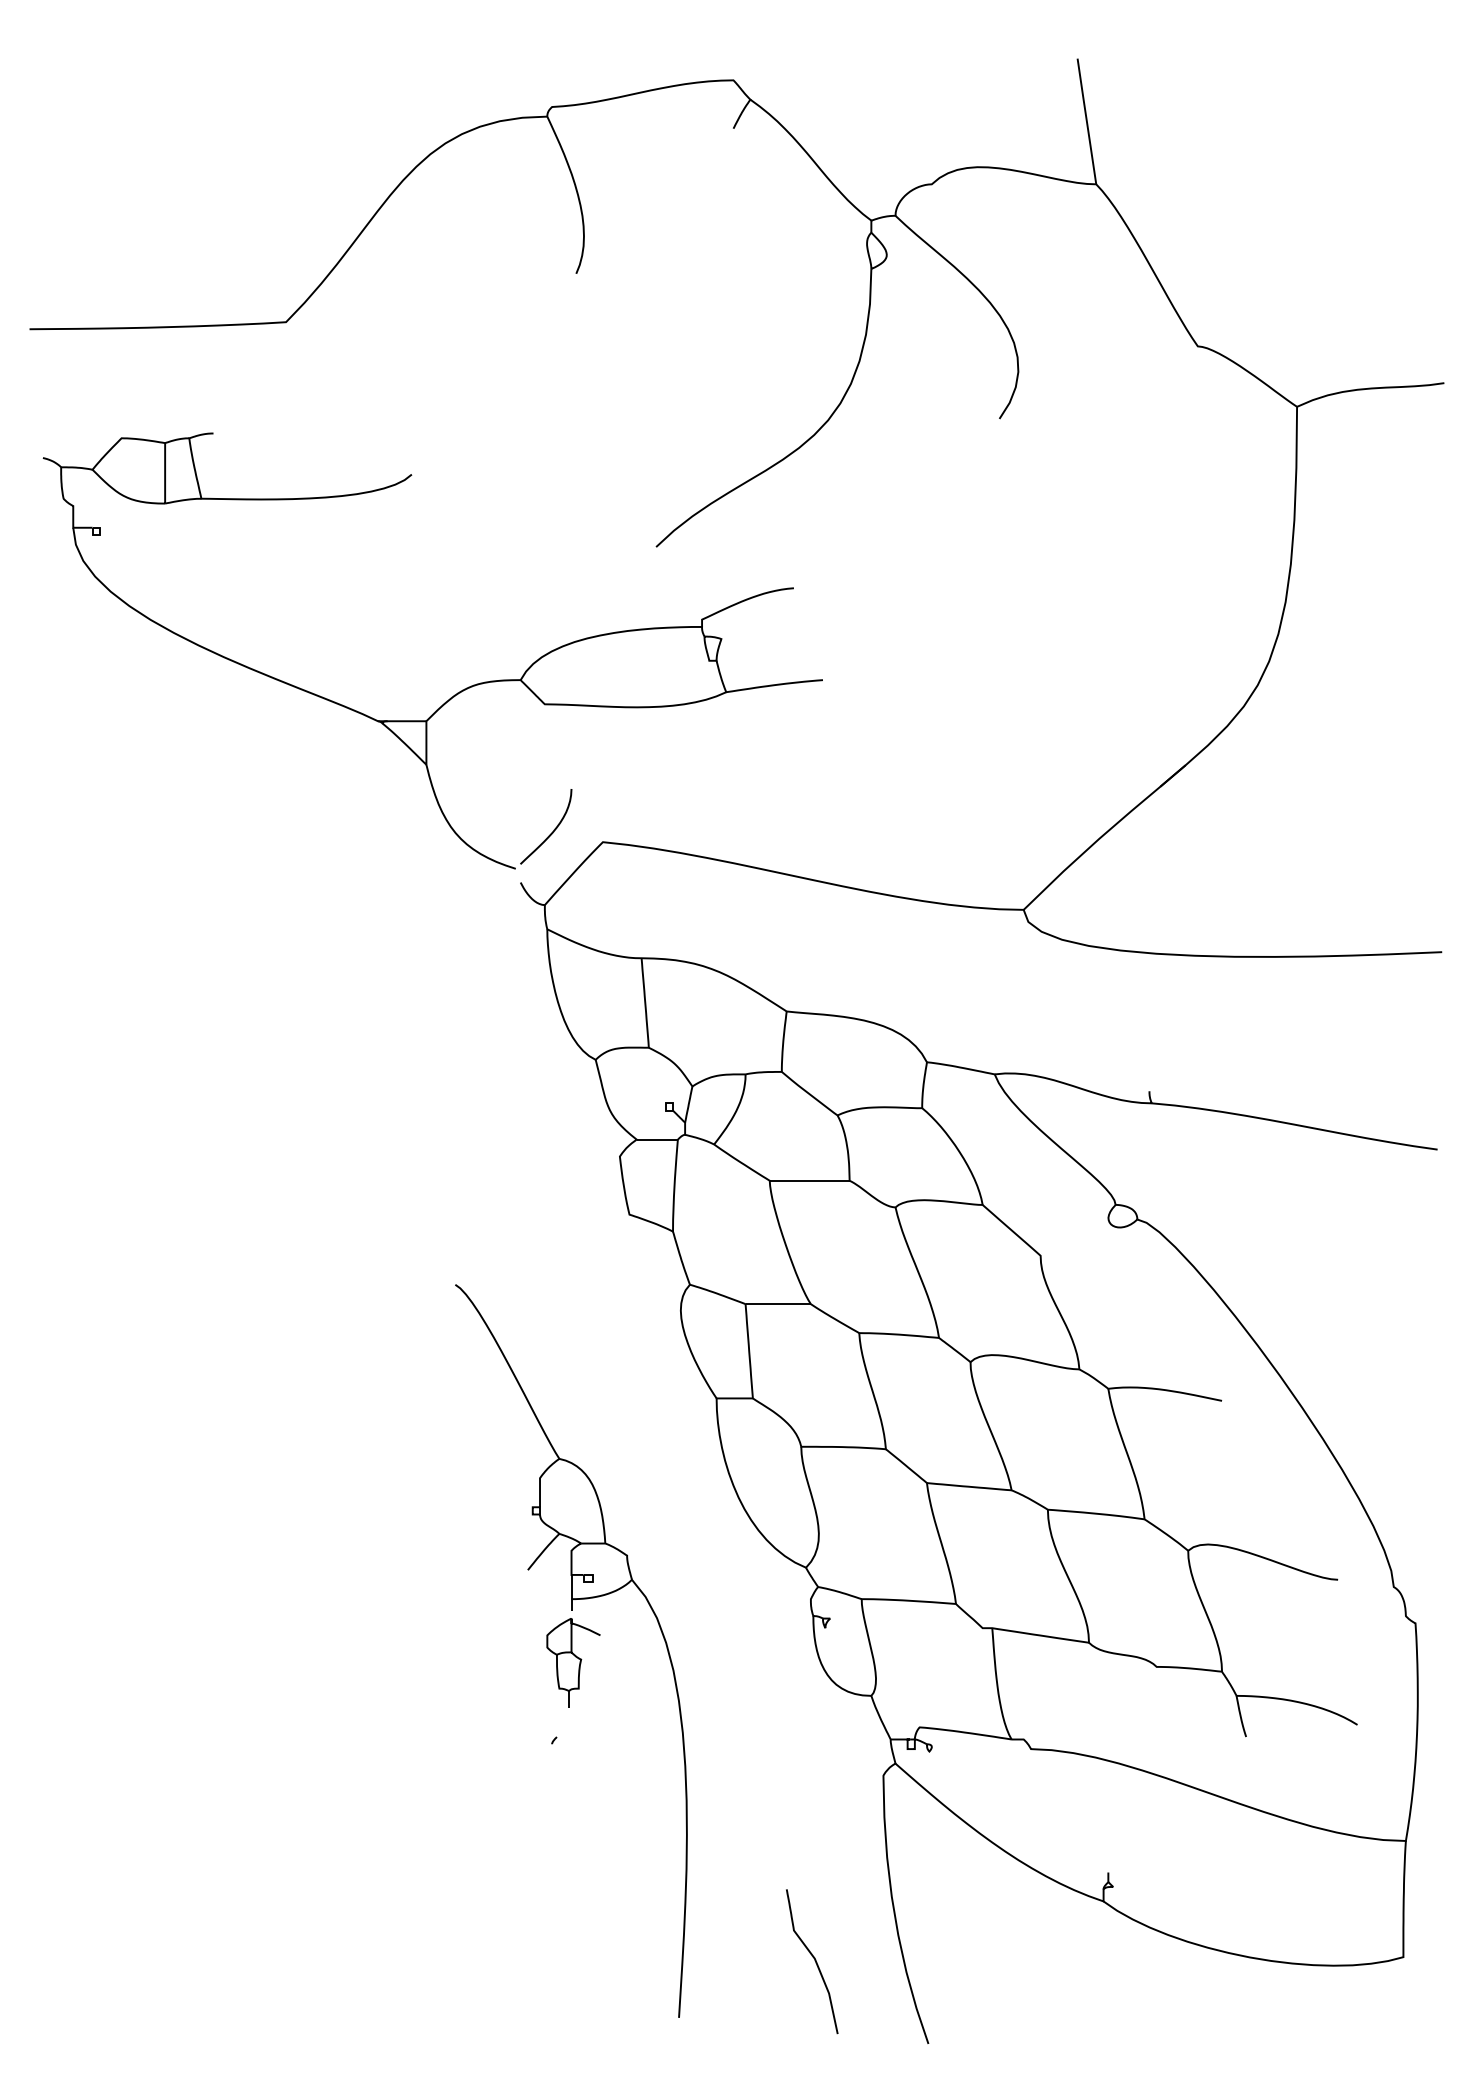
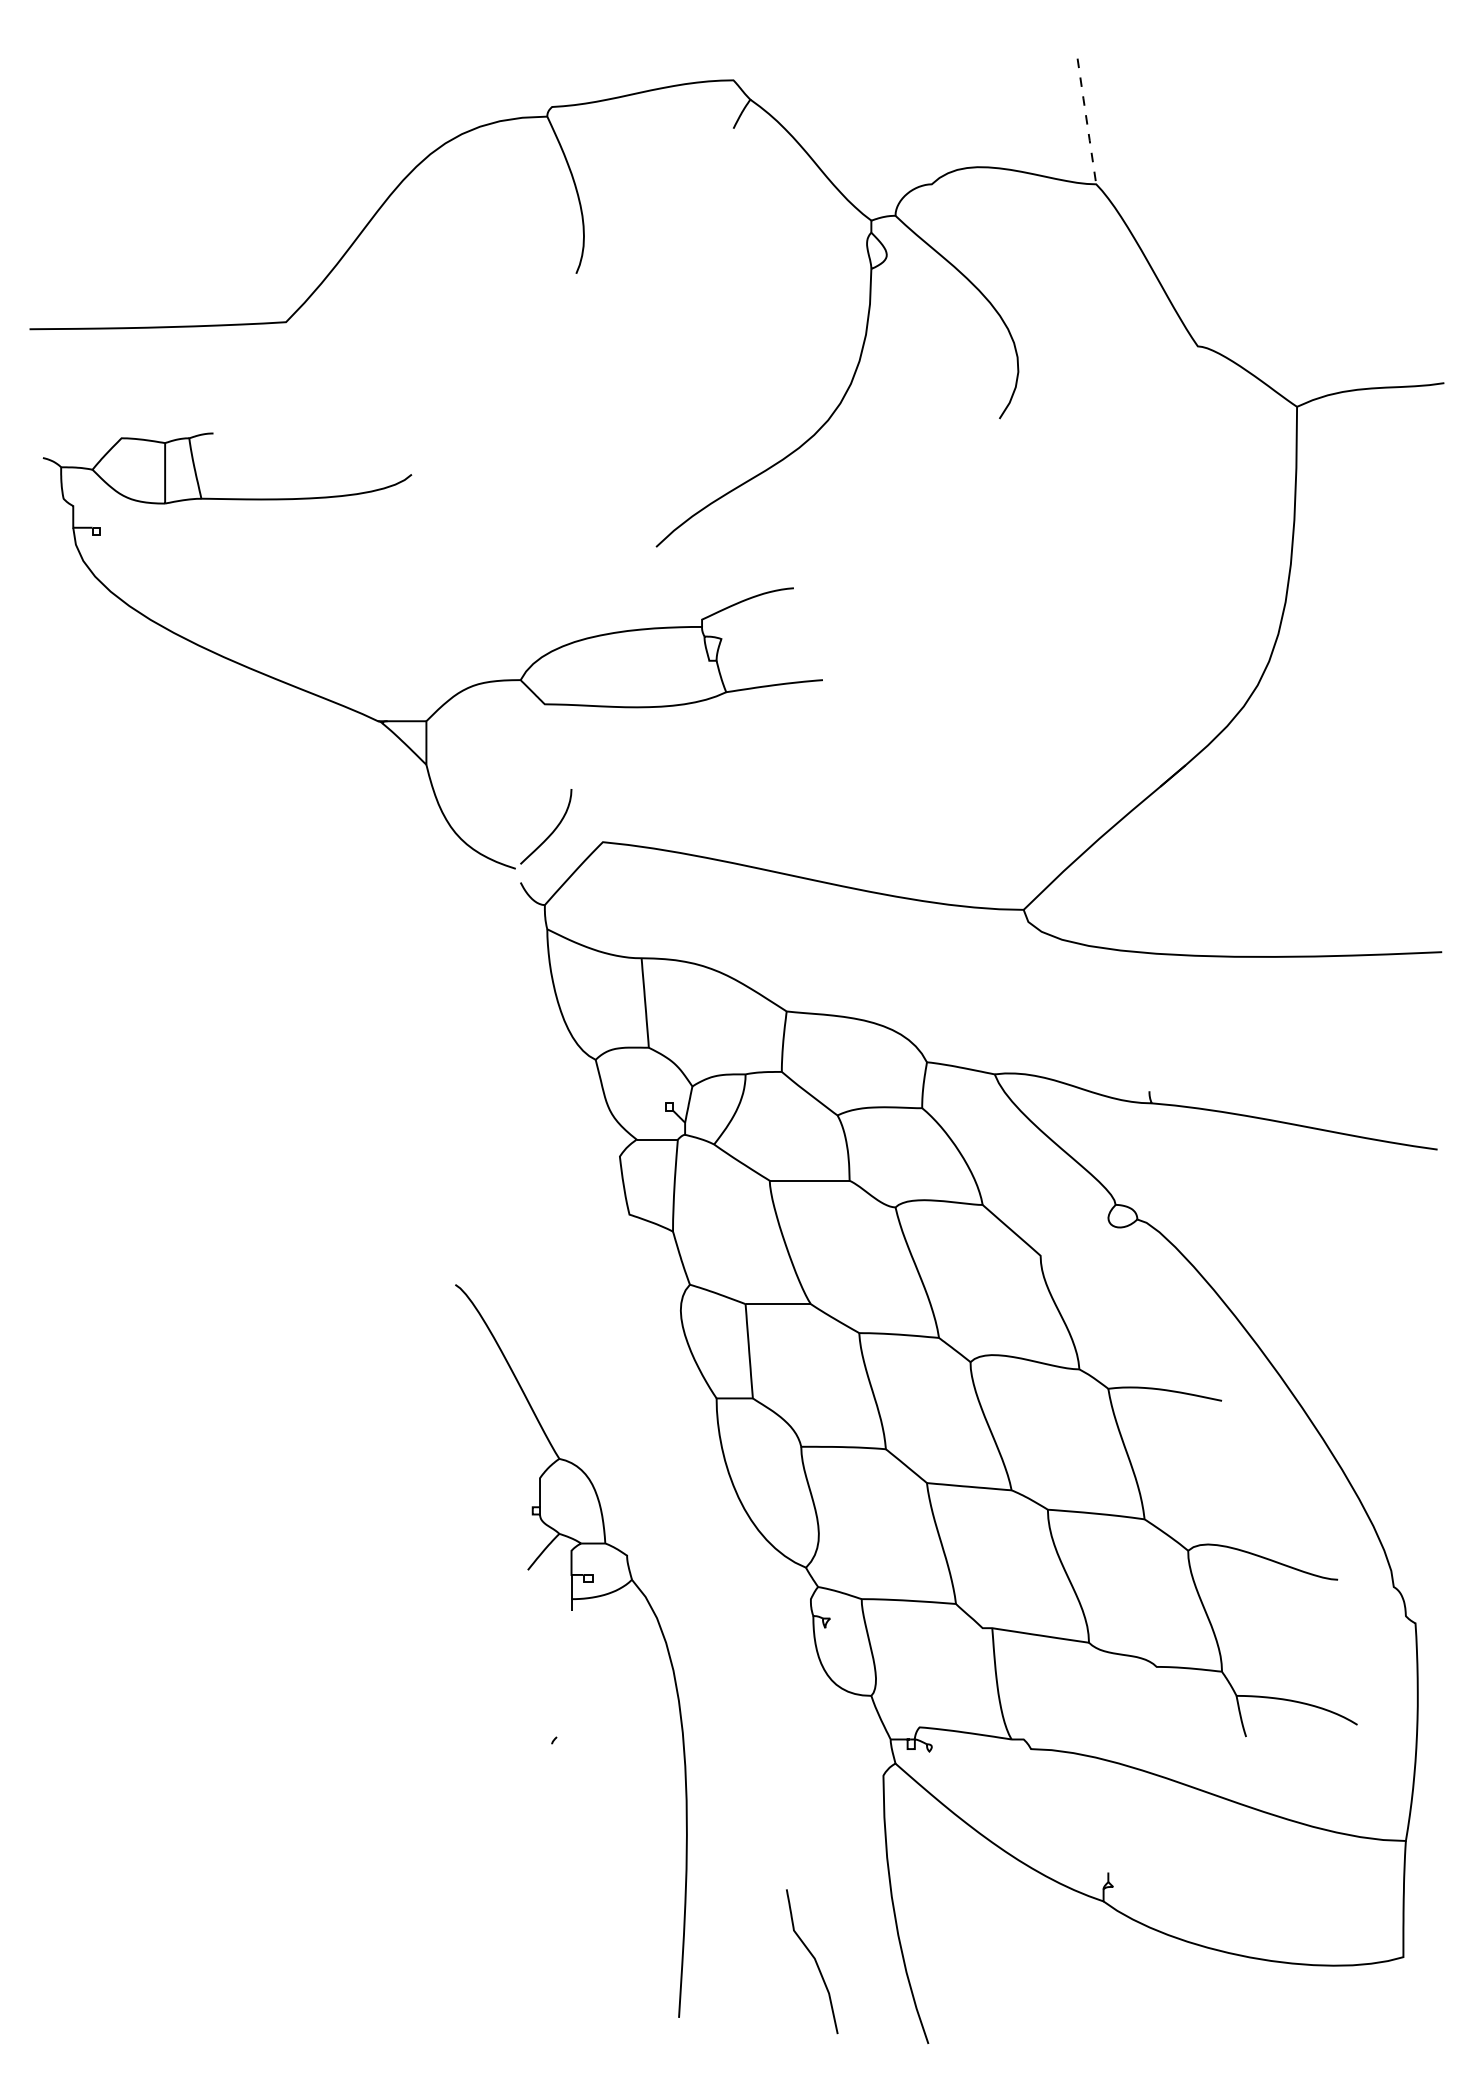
line at (1086, 121): solid -> dashed
part at (573, 1662): present -> none
